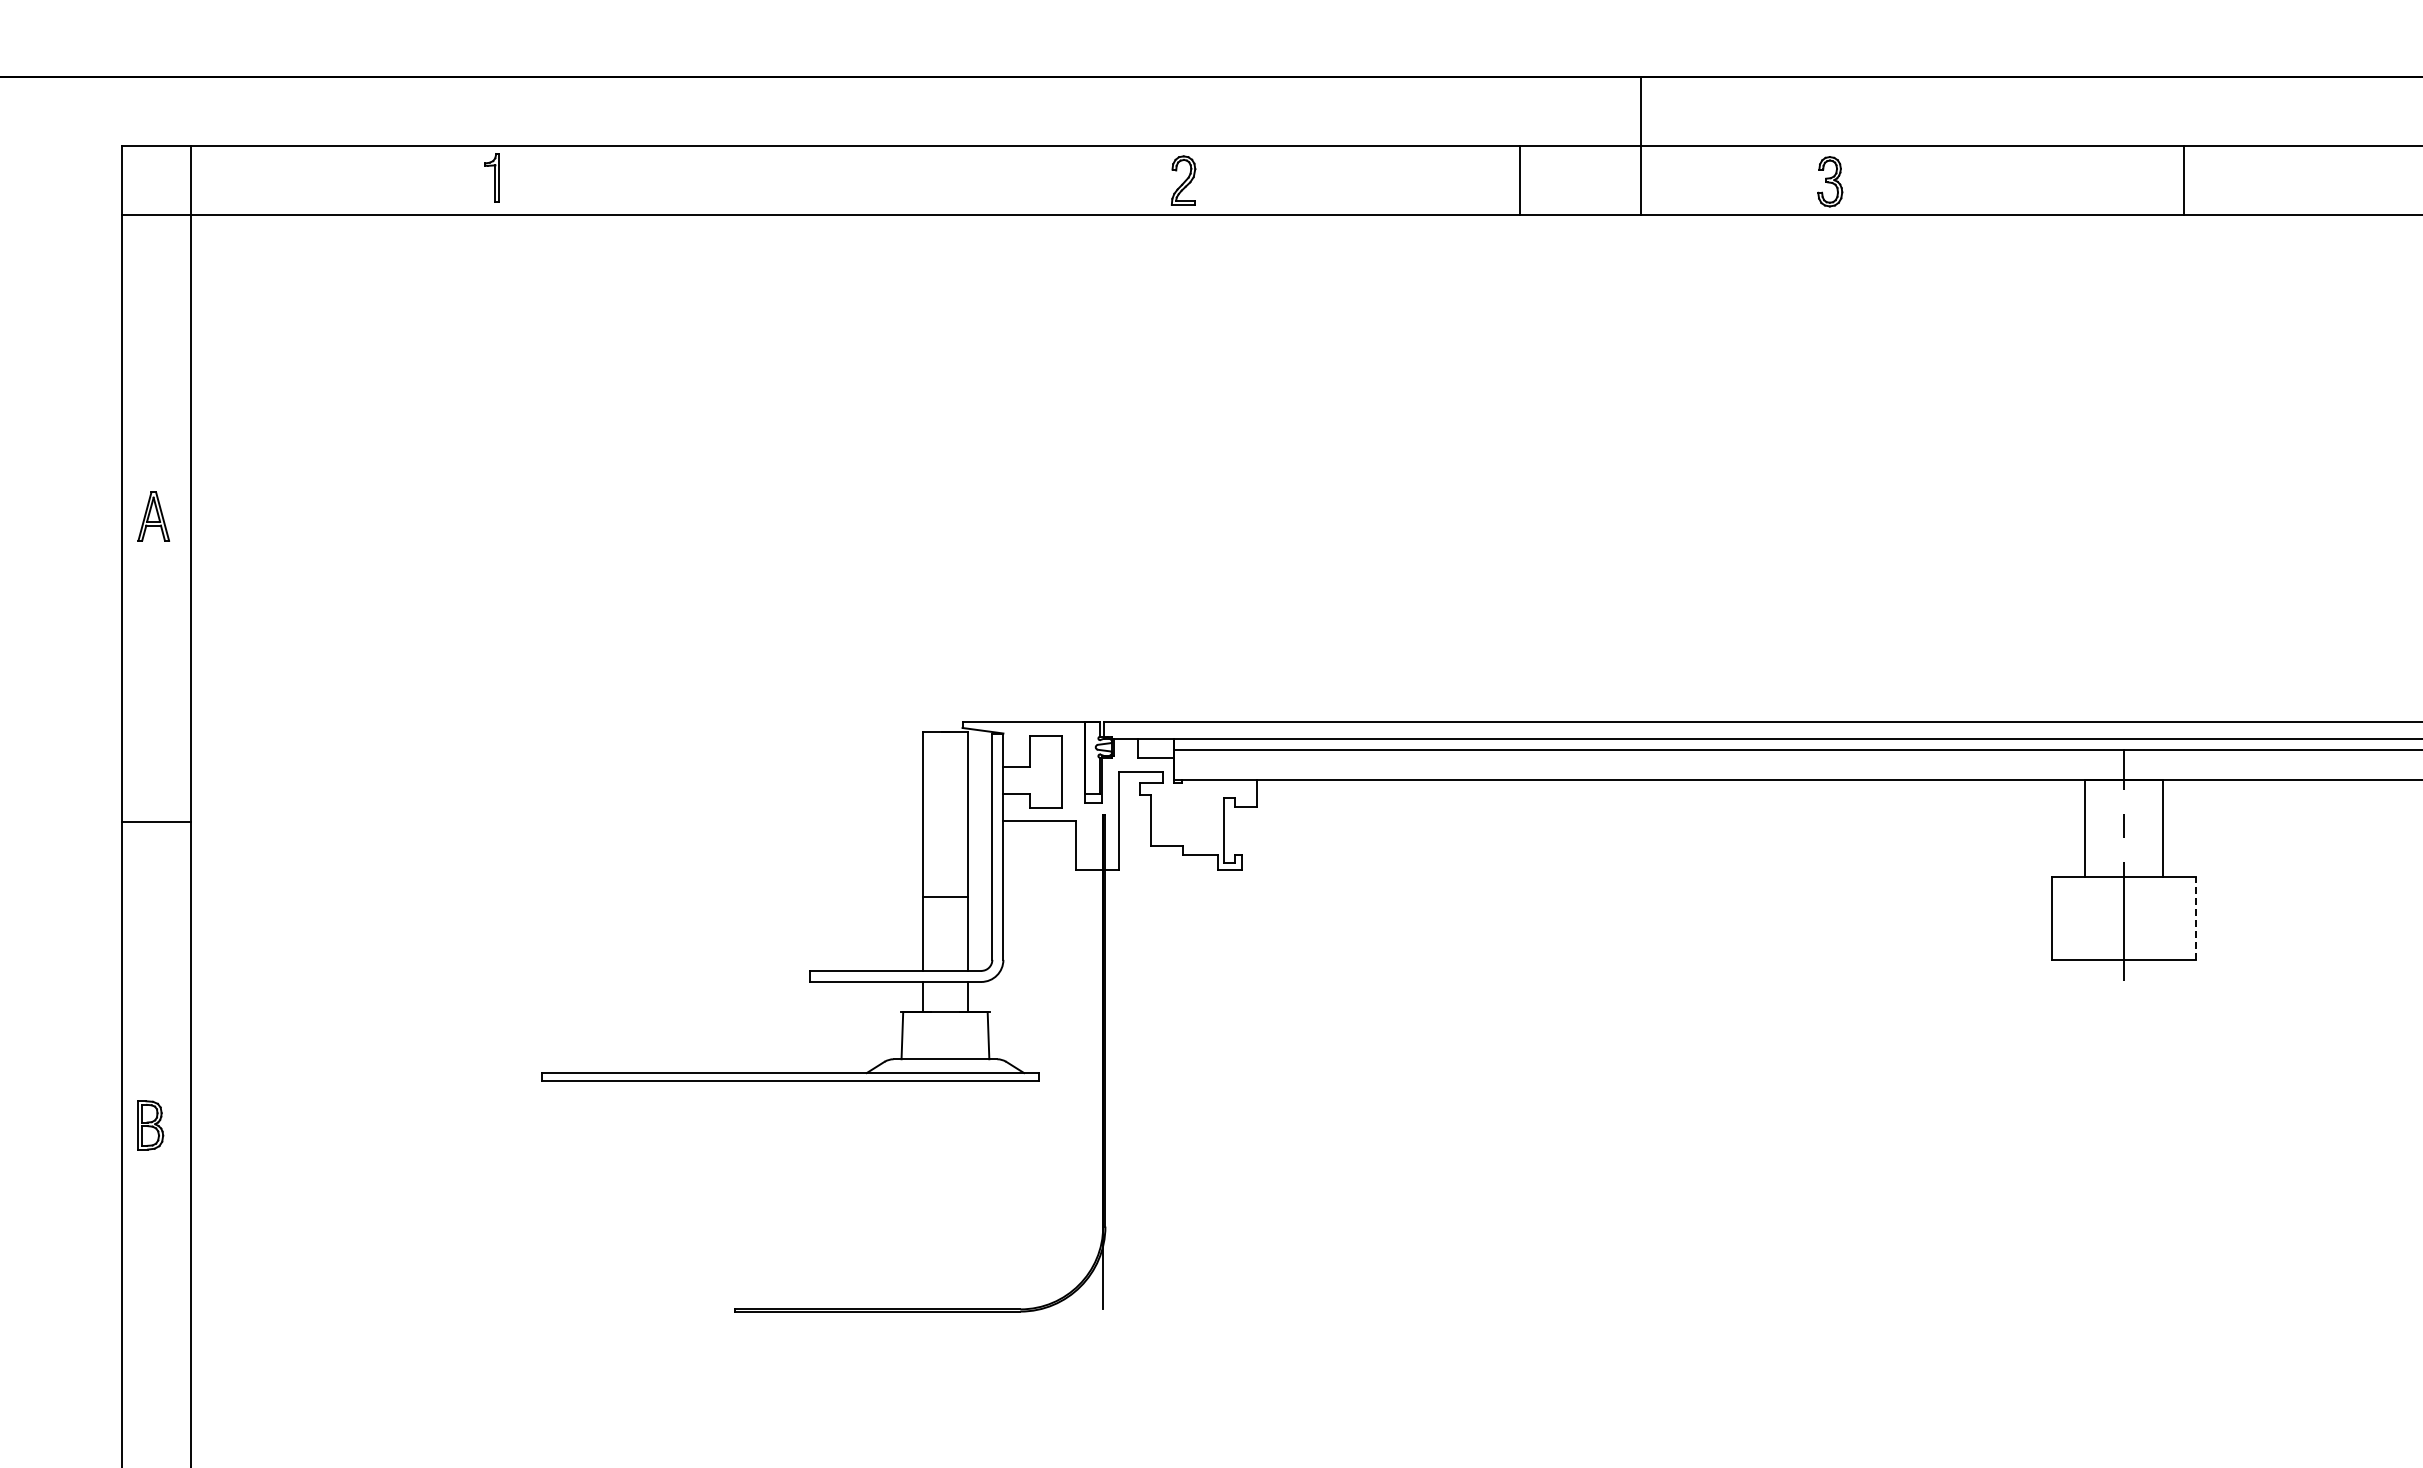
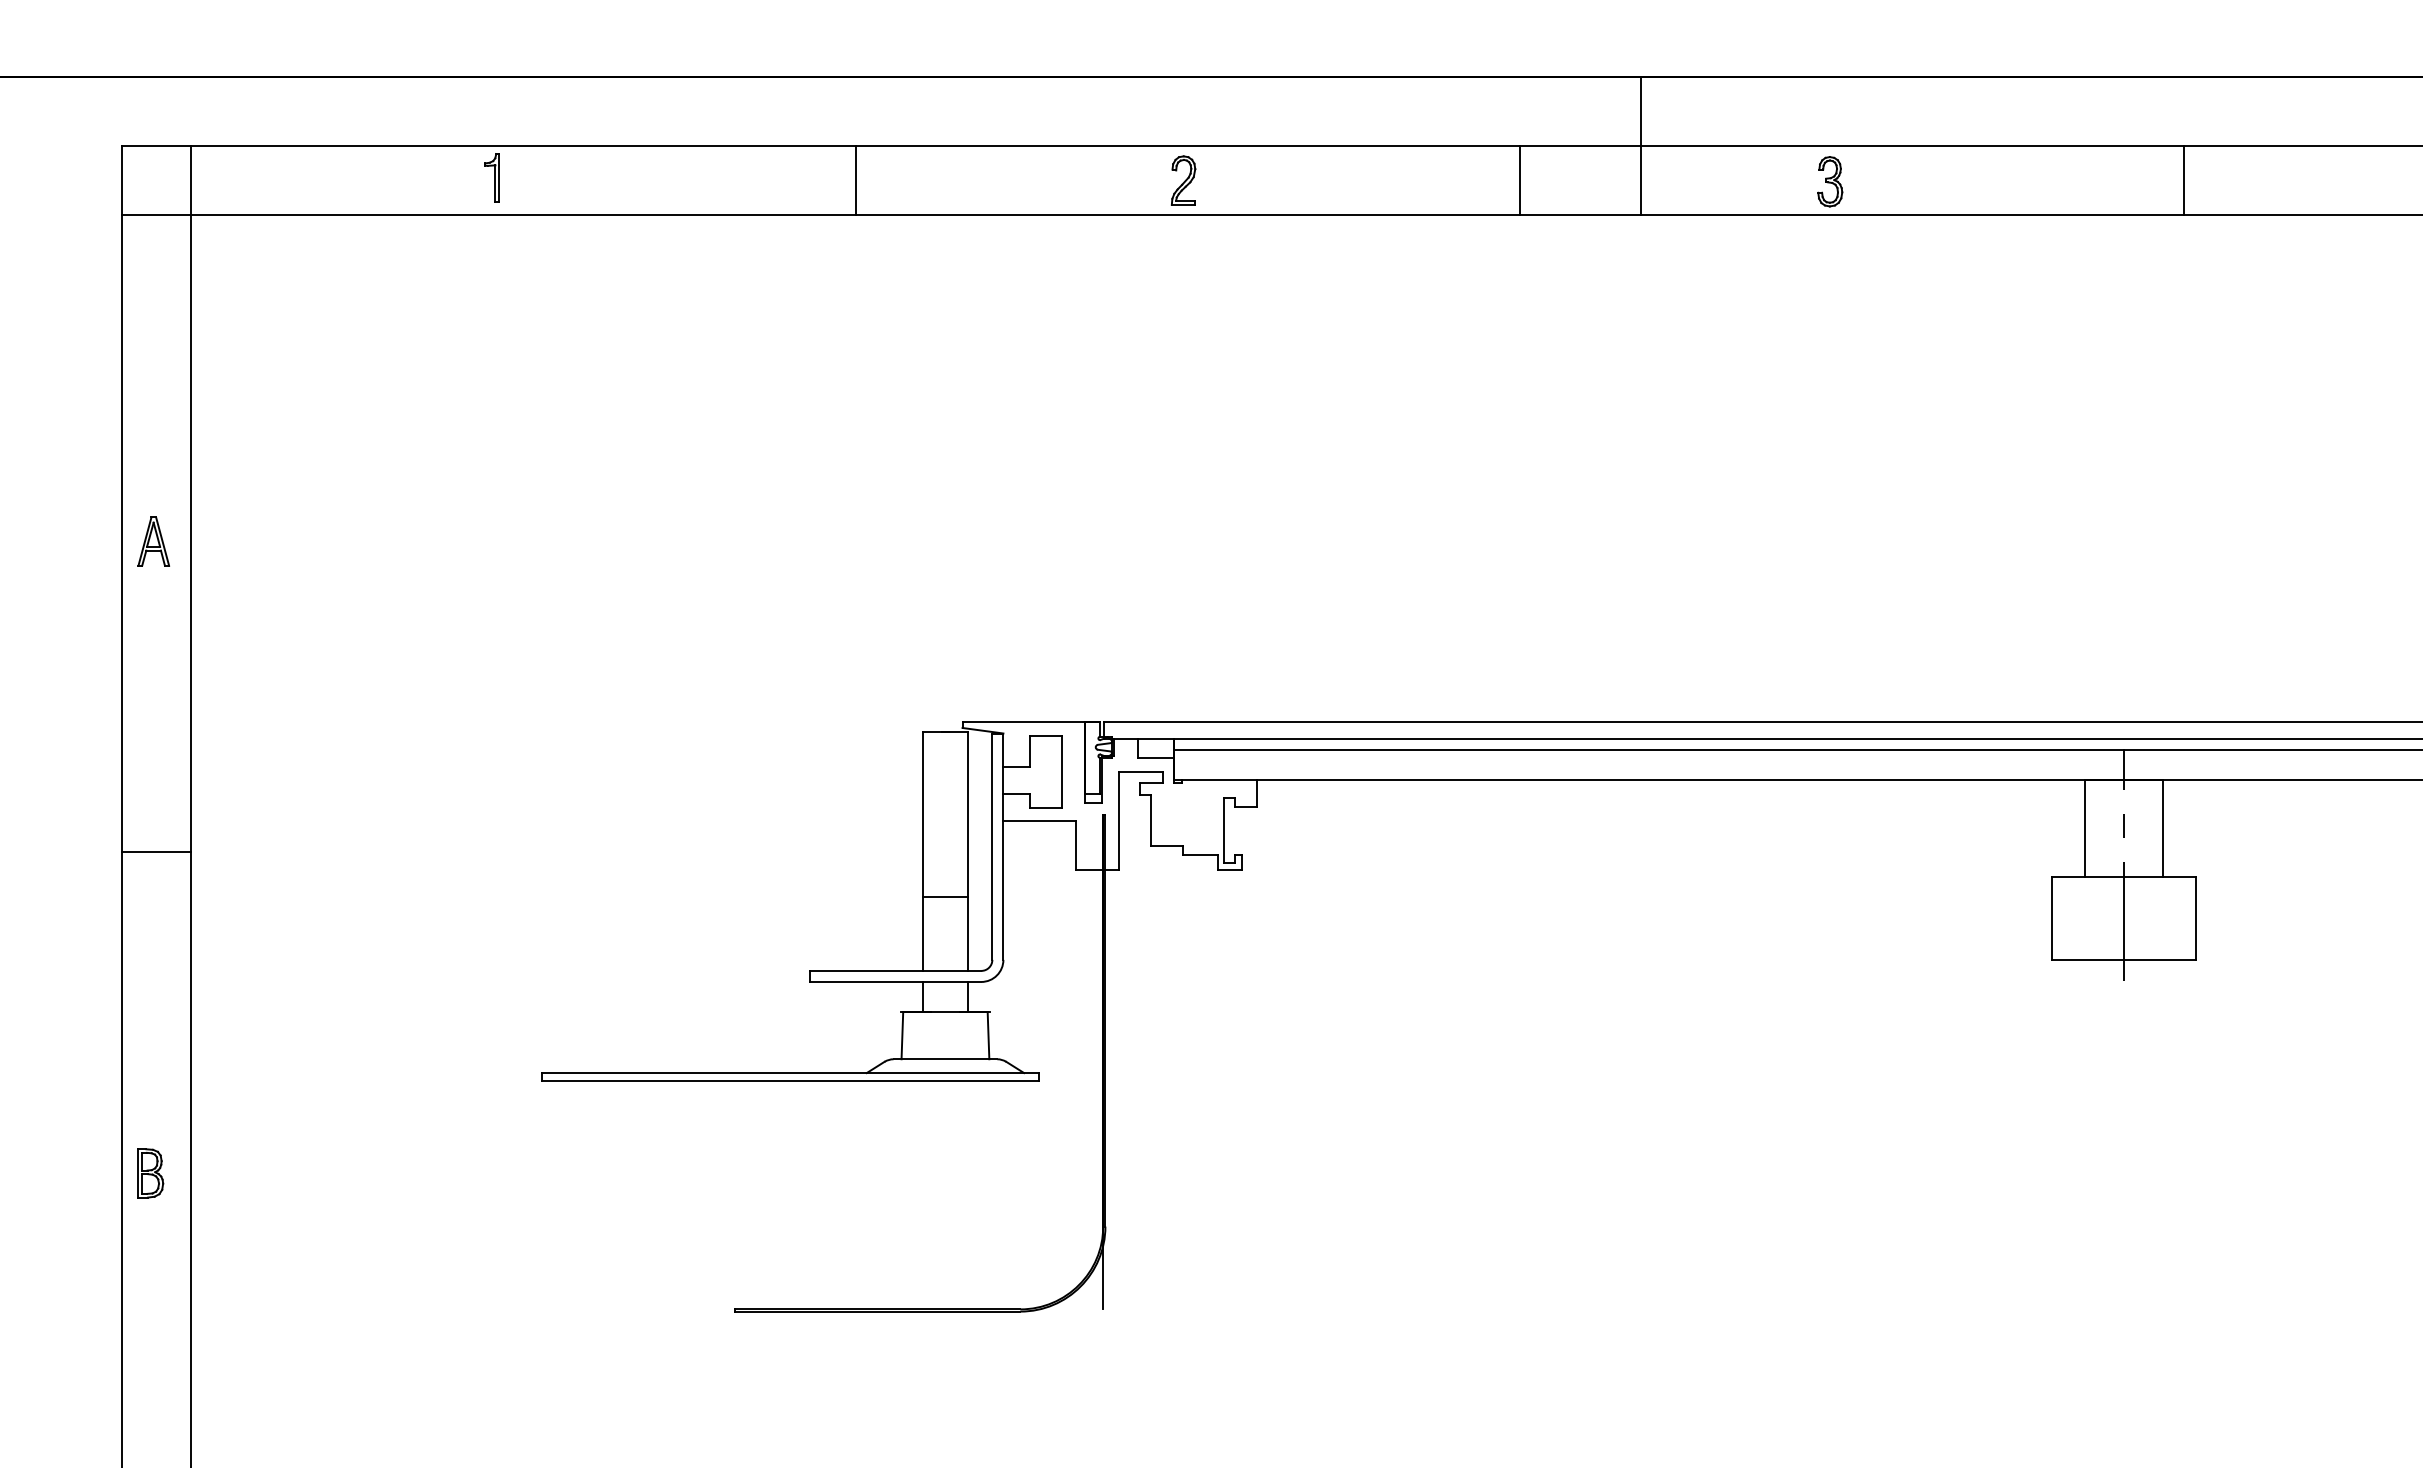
line at (855, 180): none -> present
part at (153, 516) position: (153, 516) -> (153, 541)
line at (156, 822) position: (156, 822) -> (156, 852)
line at (2195, 917): dashed -> solid
part at (150, 1125) position: (150, 1125) -> (150, 1173)
